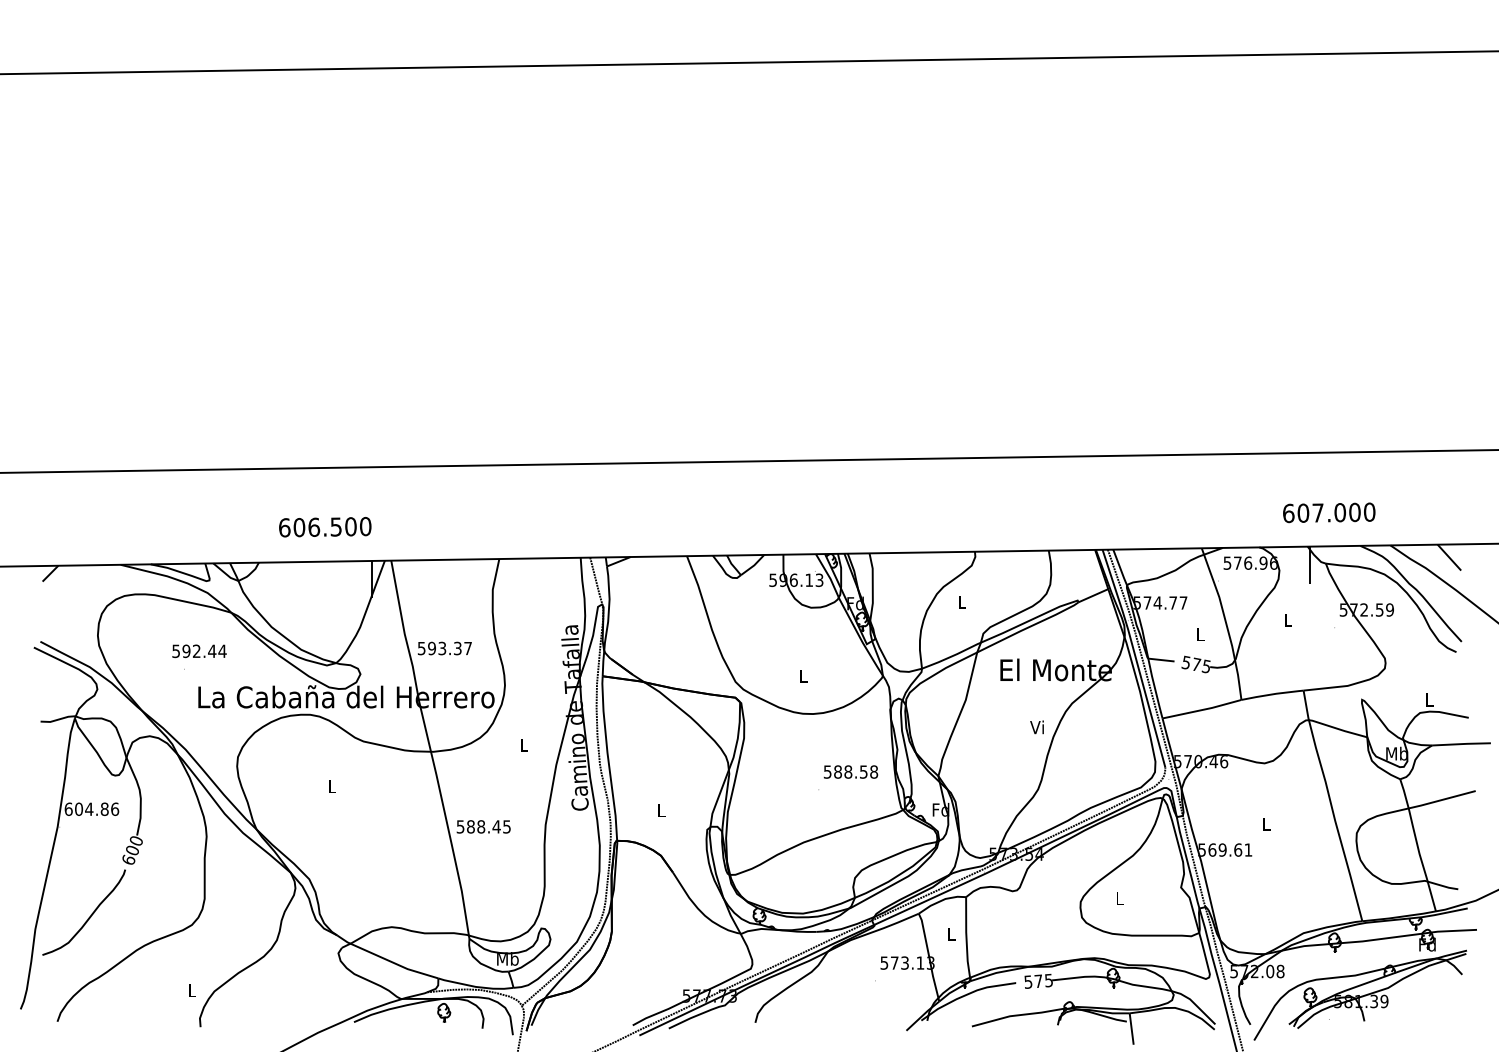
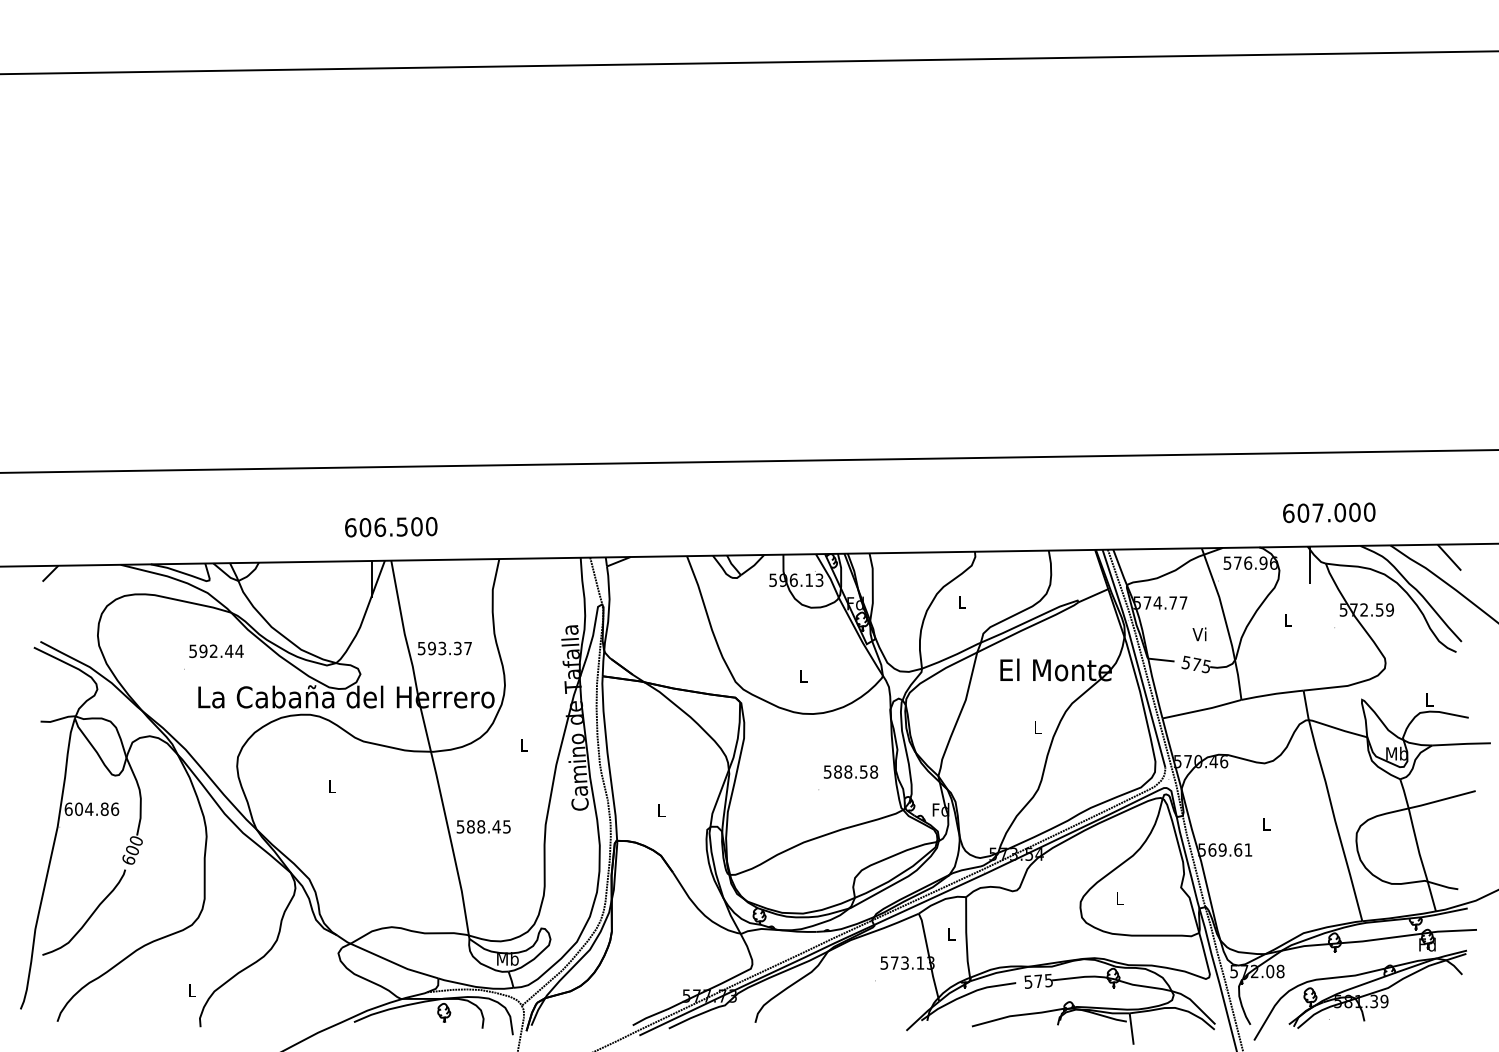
text at (325, 527) position: (325, 527) -> (391, 527)
text at (1199, 634): L -> Vi
text at (199, 651) position: (199, 651) -> (216, 651)
text at (1036, 727): Vi -> L
